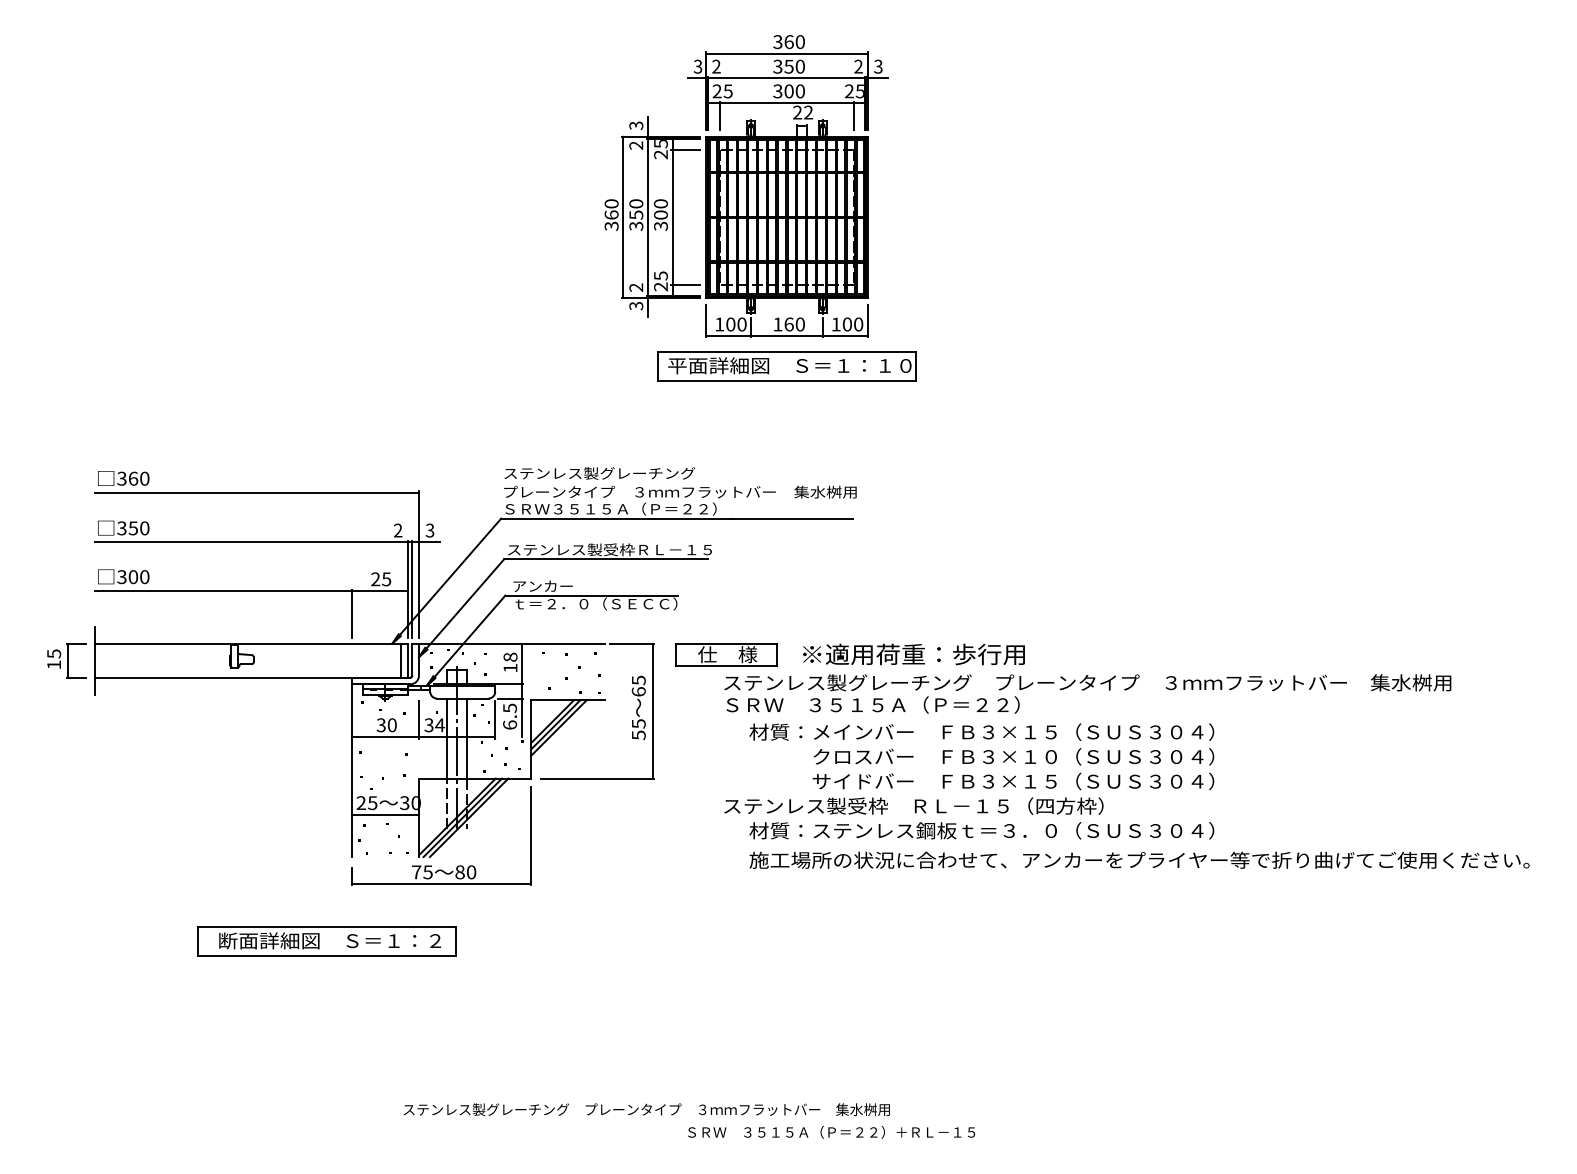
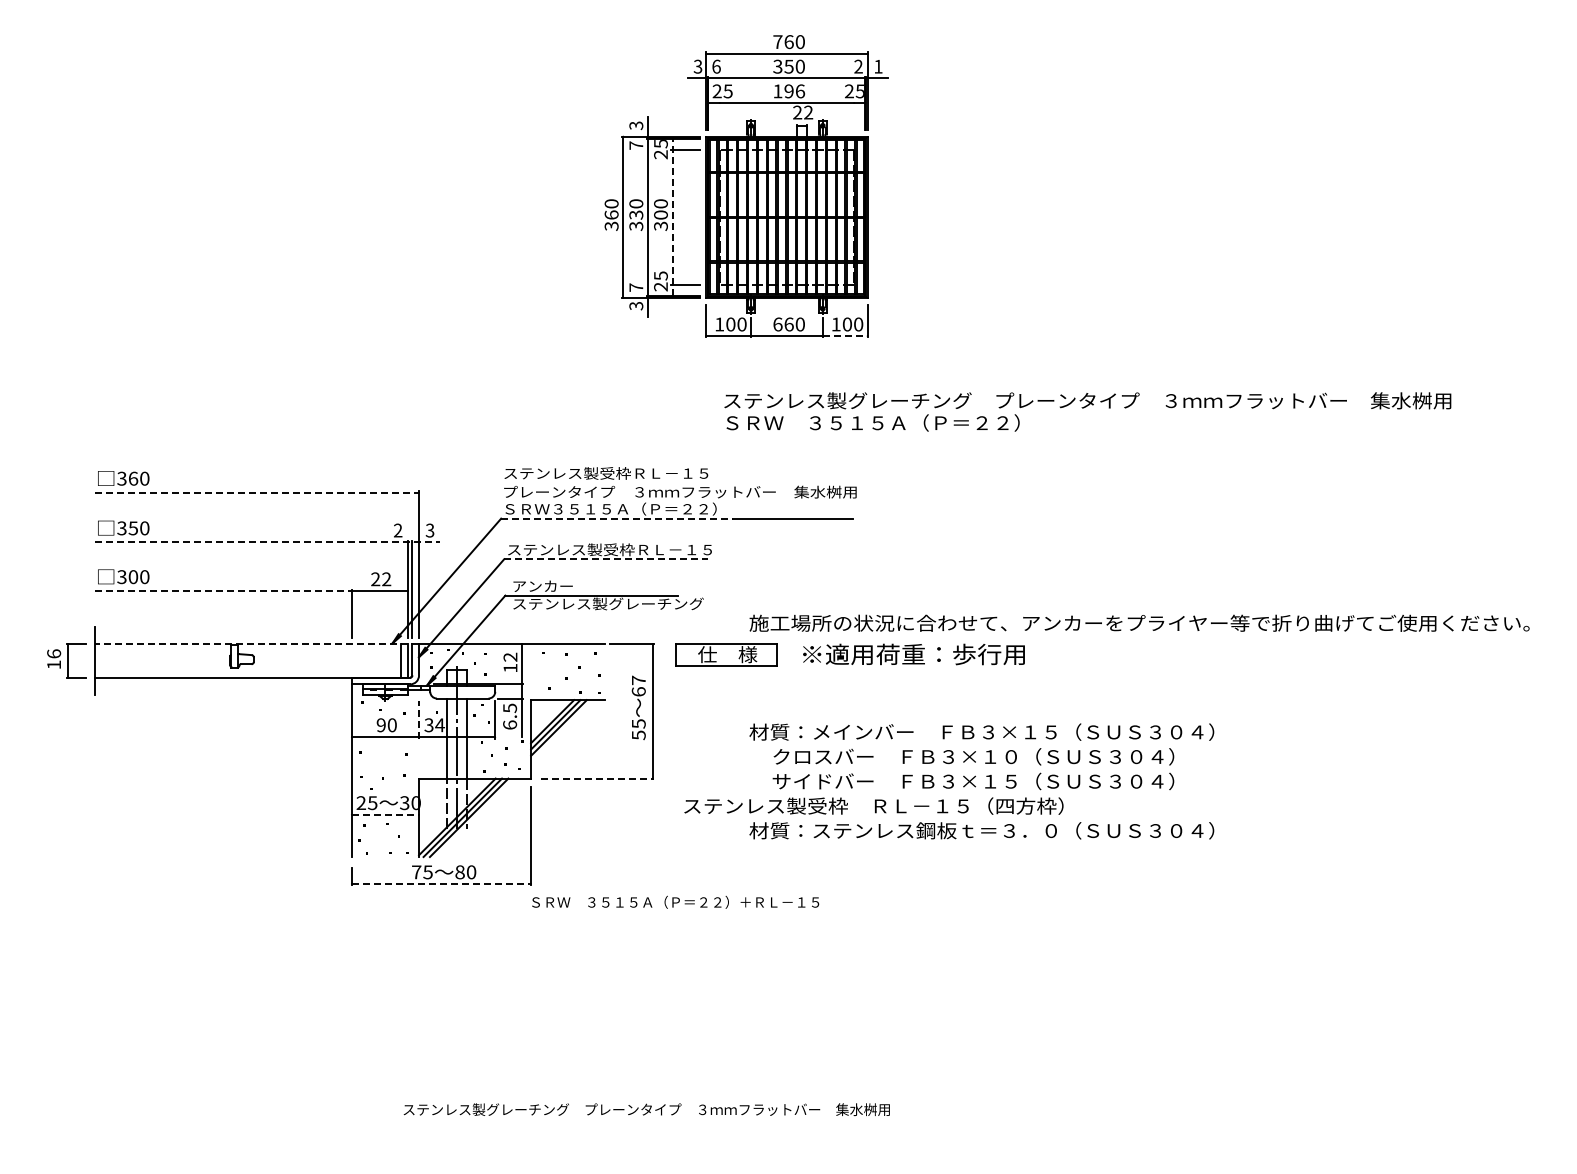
text at (777, 42): 360 -> 760
text at (716, 66): 2 -> 6
text at (878, 66): 3 -> 1
text at (789, 91): 300 -> 196
line at (719, 115): present -> none
line at (854, 115): present -> none
text at (636, 145): 2 -> 7
text at (635, 214): 350 -> 330
line at (672, 216): solid -> dashed
text at (636, 287): 2 -> 7
text at (777, 324): 160 -> 660
line at (845, 336): solid -> dashed
part at (786, 366): present -> none
text at (654, 473): ステンレス製グレーチング -> ステンレス製受枠ＲＬ－１５
line at (257, 492): solid -> dashed
line at (617, 518): solid -> dashed
line at (267, 542): solid -> dashed
line at (606, 559): solid -> dashed
text at (386, 579): 25 -> 22
line at (223, 590): solid -> dashed
text at (608, 603): ｔ＝２．０（ＳＥＣＣ） -> ステンレス製グレーチング
line at (250, 644): solid -> dashed
text at (54, 653): 15 -> 16
text at (510, 656): 18 -> 12
text at (638, 680): 65 -> 67
text at (1087, 693) position: (1087, 693) -> (1087, 411)
line at (419, 719): solid -> dashed
text at (380, 725): 30 -> 90
line at (597, 778): solid -> dashed
text at (969, 781) position: (969, 781) -> (929, 781)
line at (385, 814): solid -> dashed
text at (1139, 859) position: (1139, 859) -> (1139, 622)
line at (441, 883): solid -> dashed
part at (326, 941): present -> none
text at (831, 1131) position: (831, 1131) -> (675, 901)
